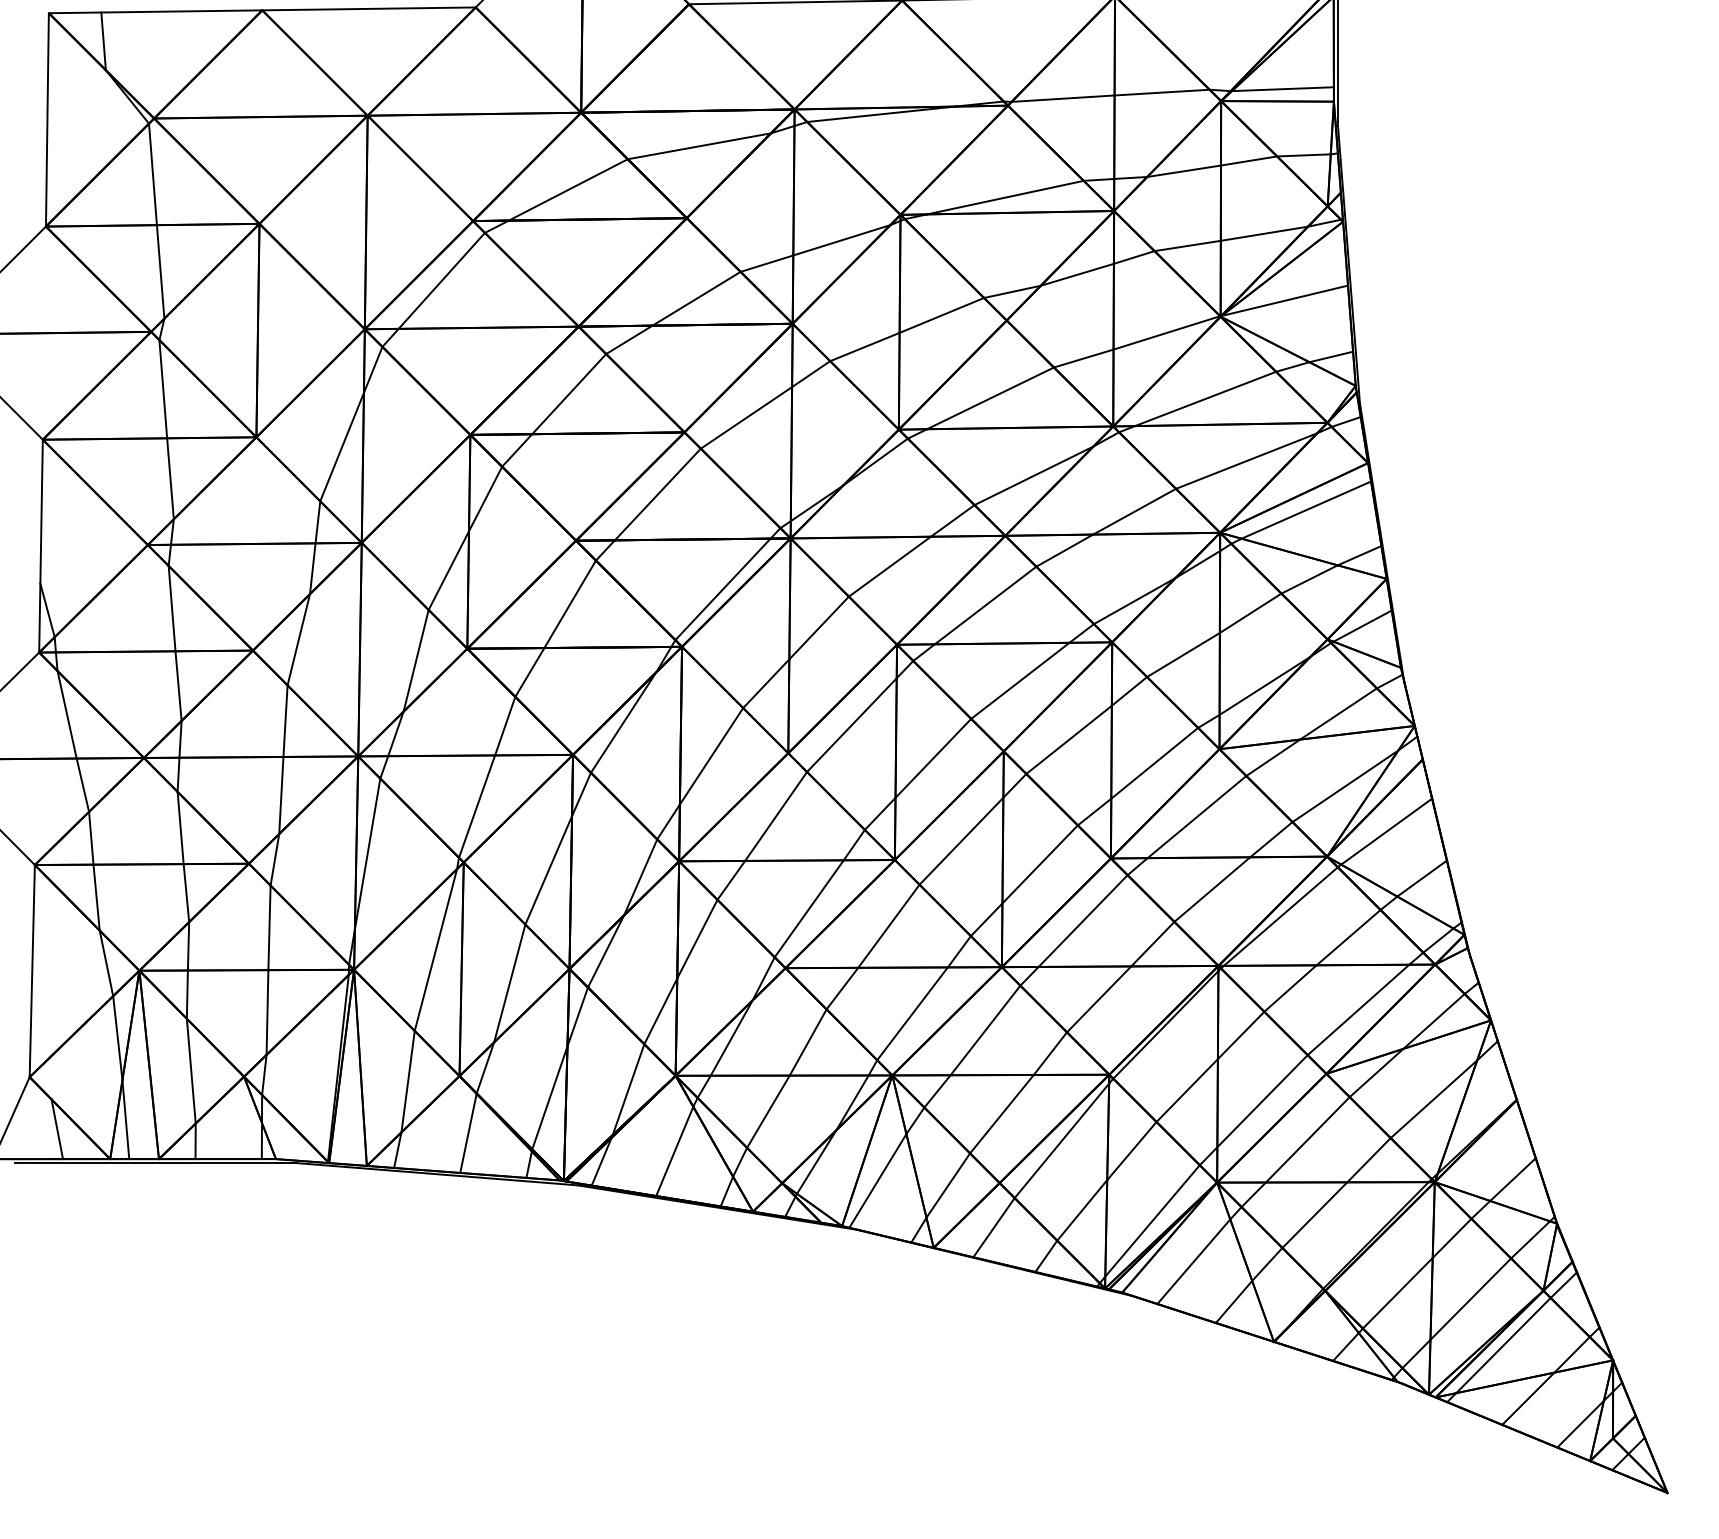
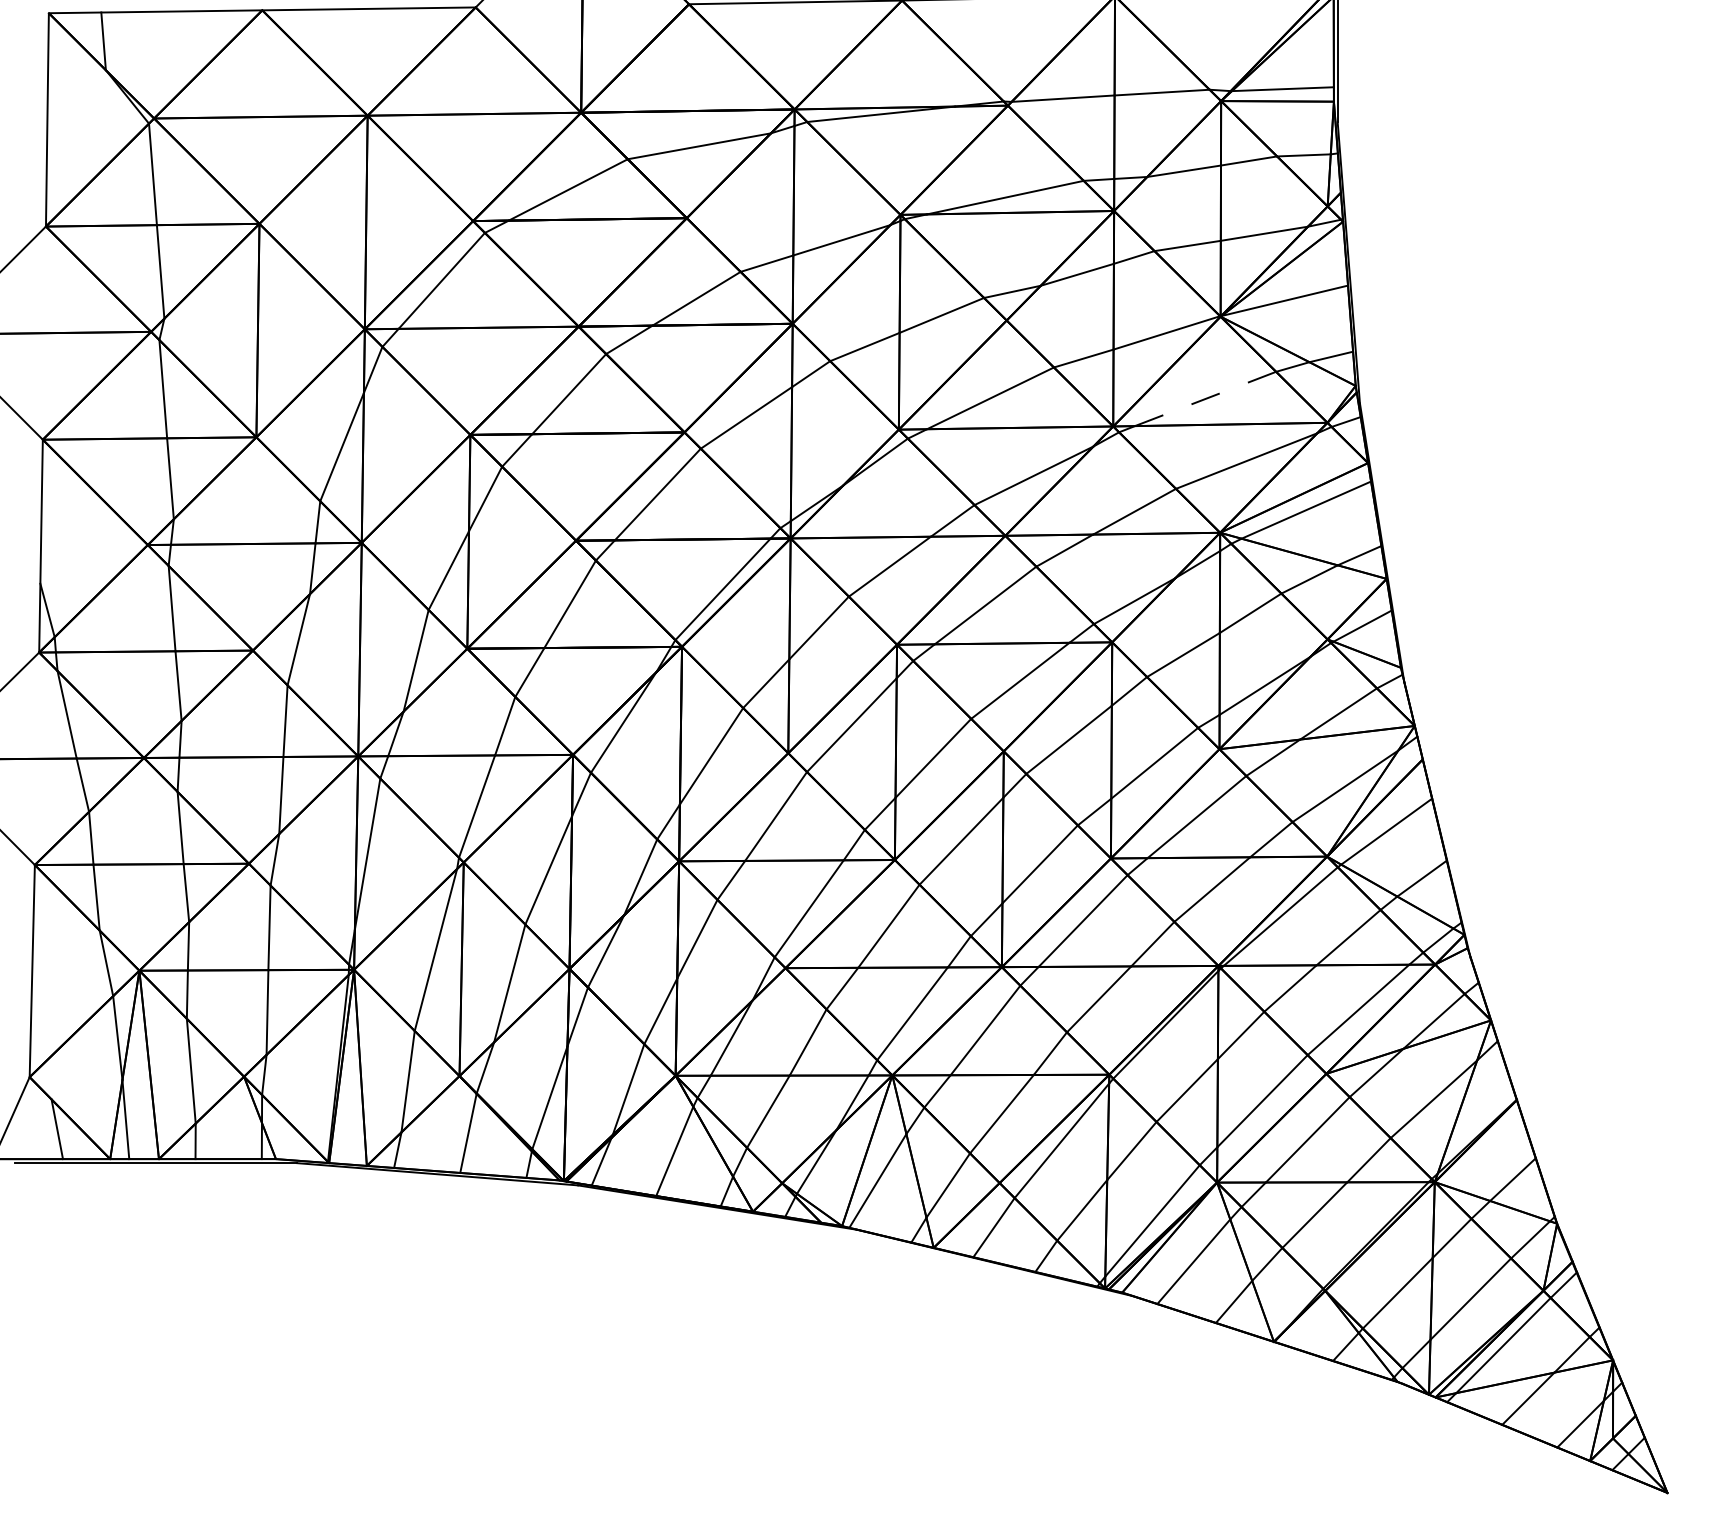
line at (1205, 398): solid -> dashed
